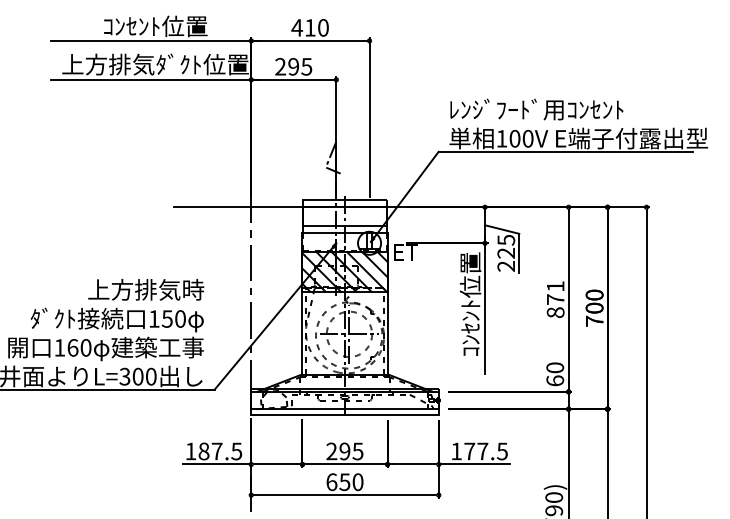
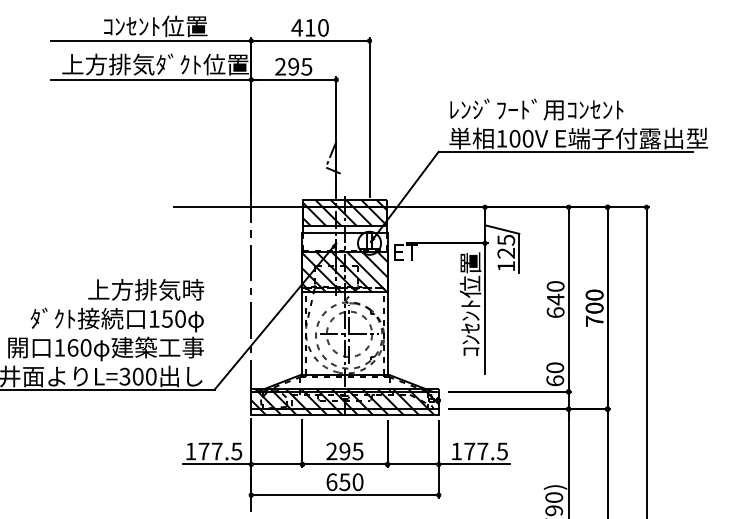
hatch at (345, 213): none -> present
text at (505, 266): 225 -> 125
text at (555, 299): 871 -> 640
hatch at (344, 401): none -> present
text at (203, 451): 187.5 -> 177.5
